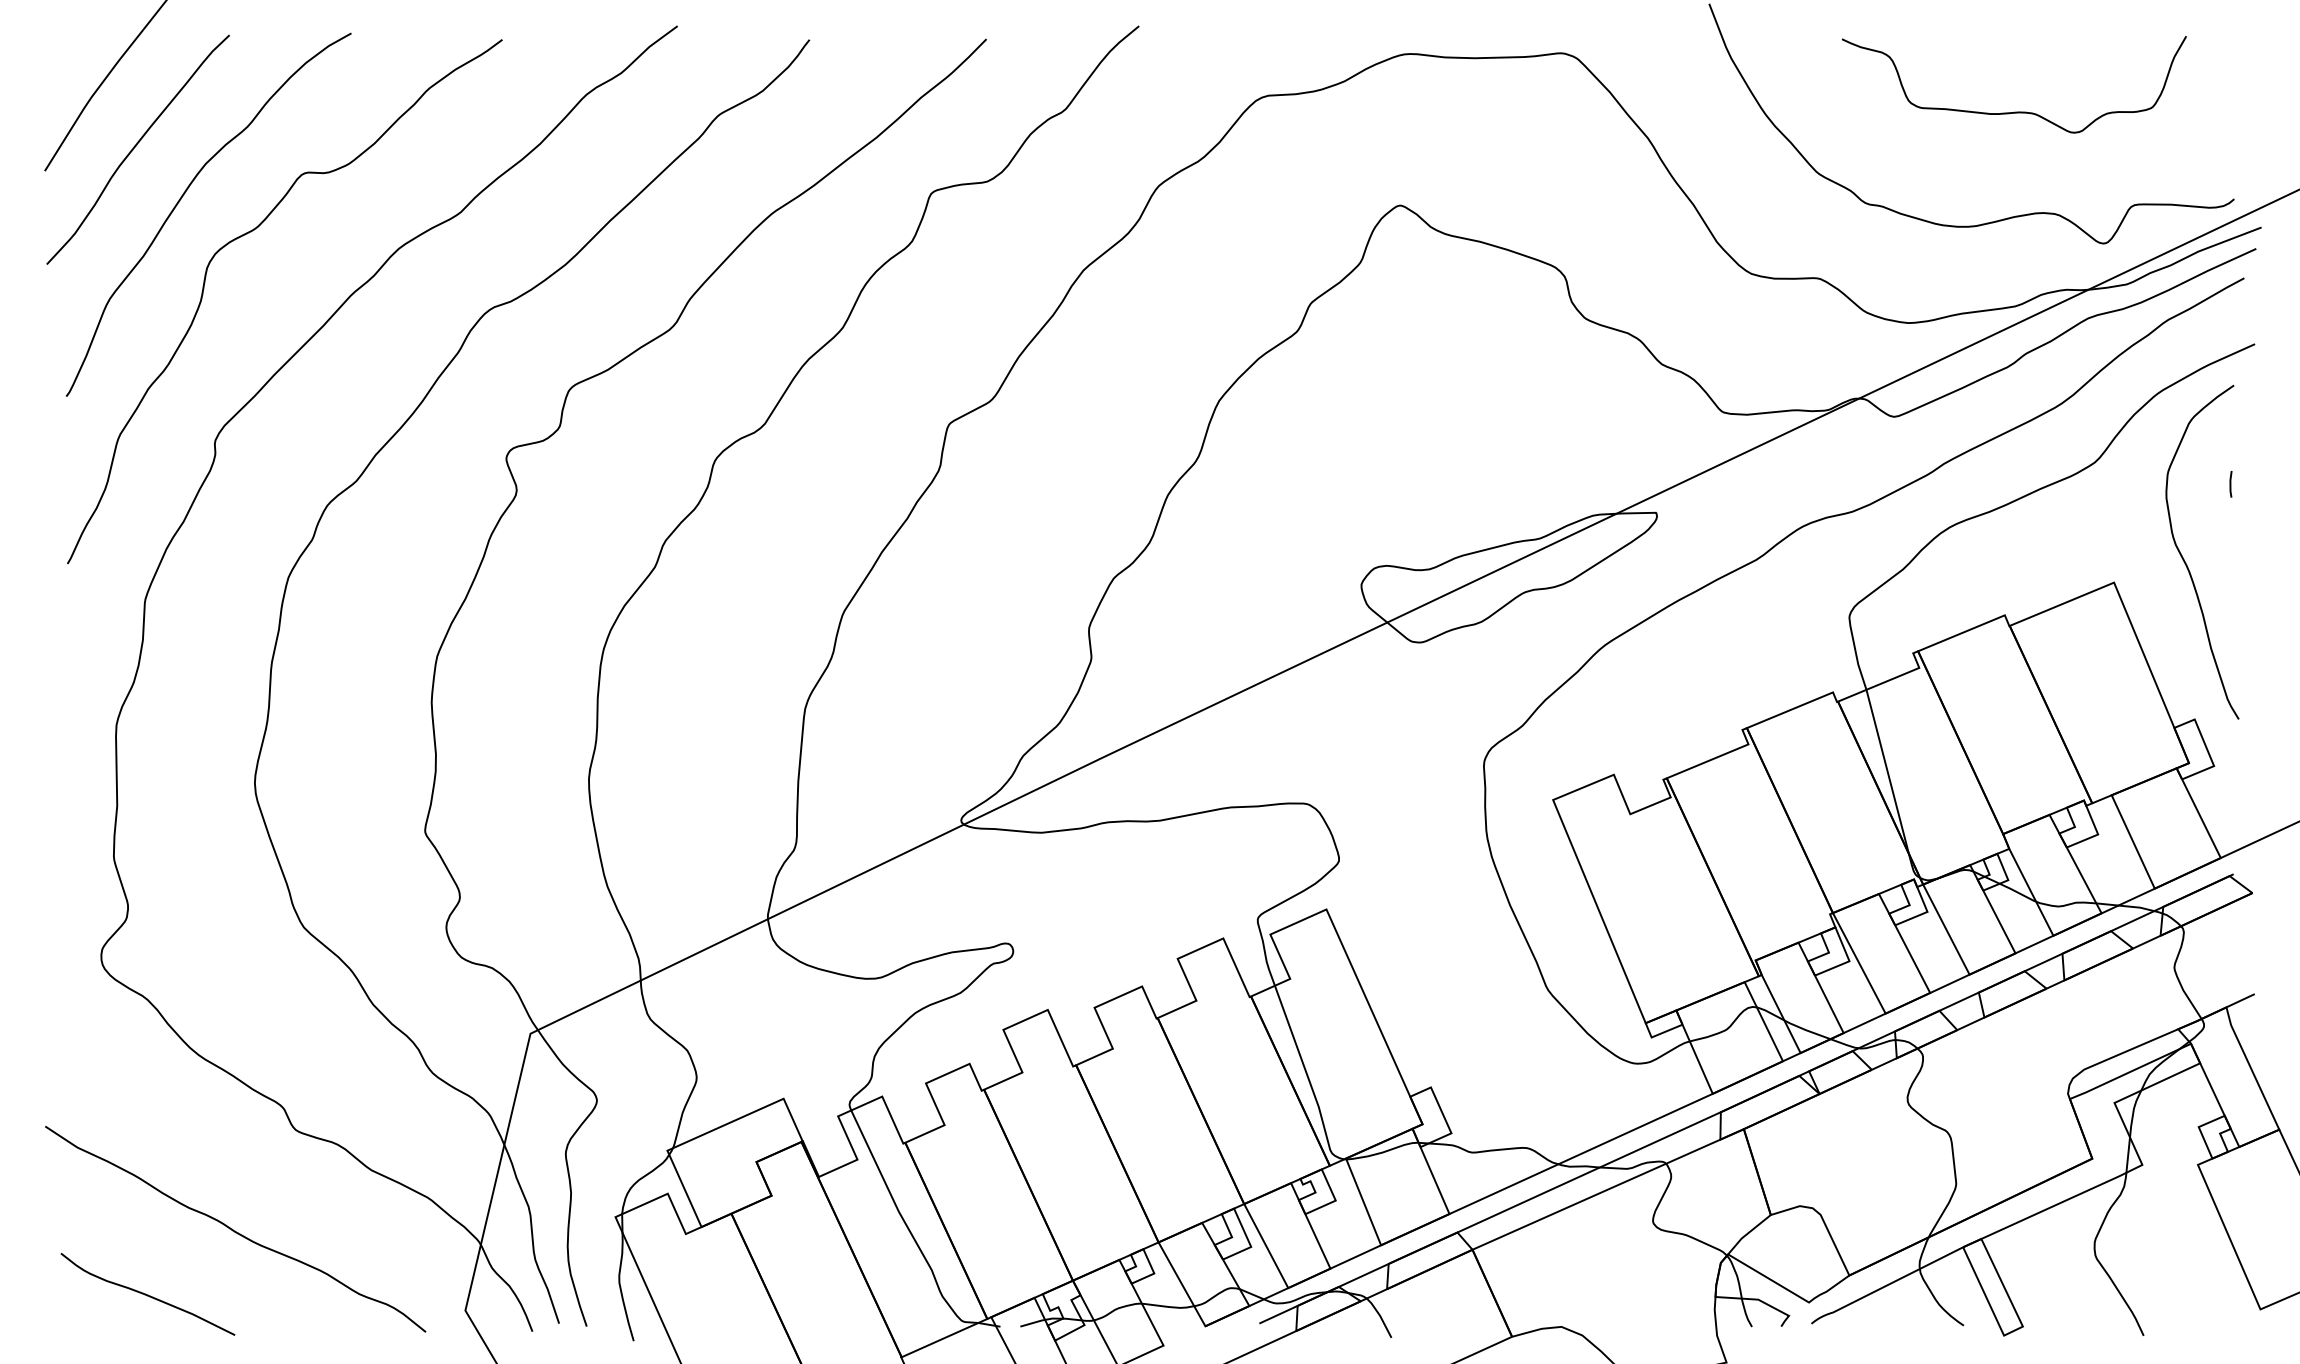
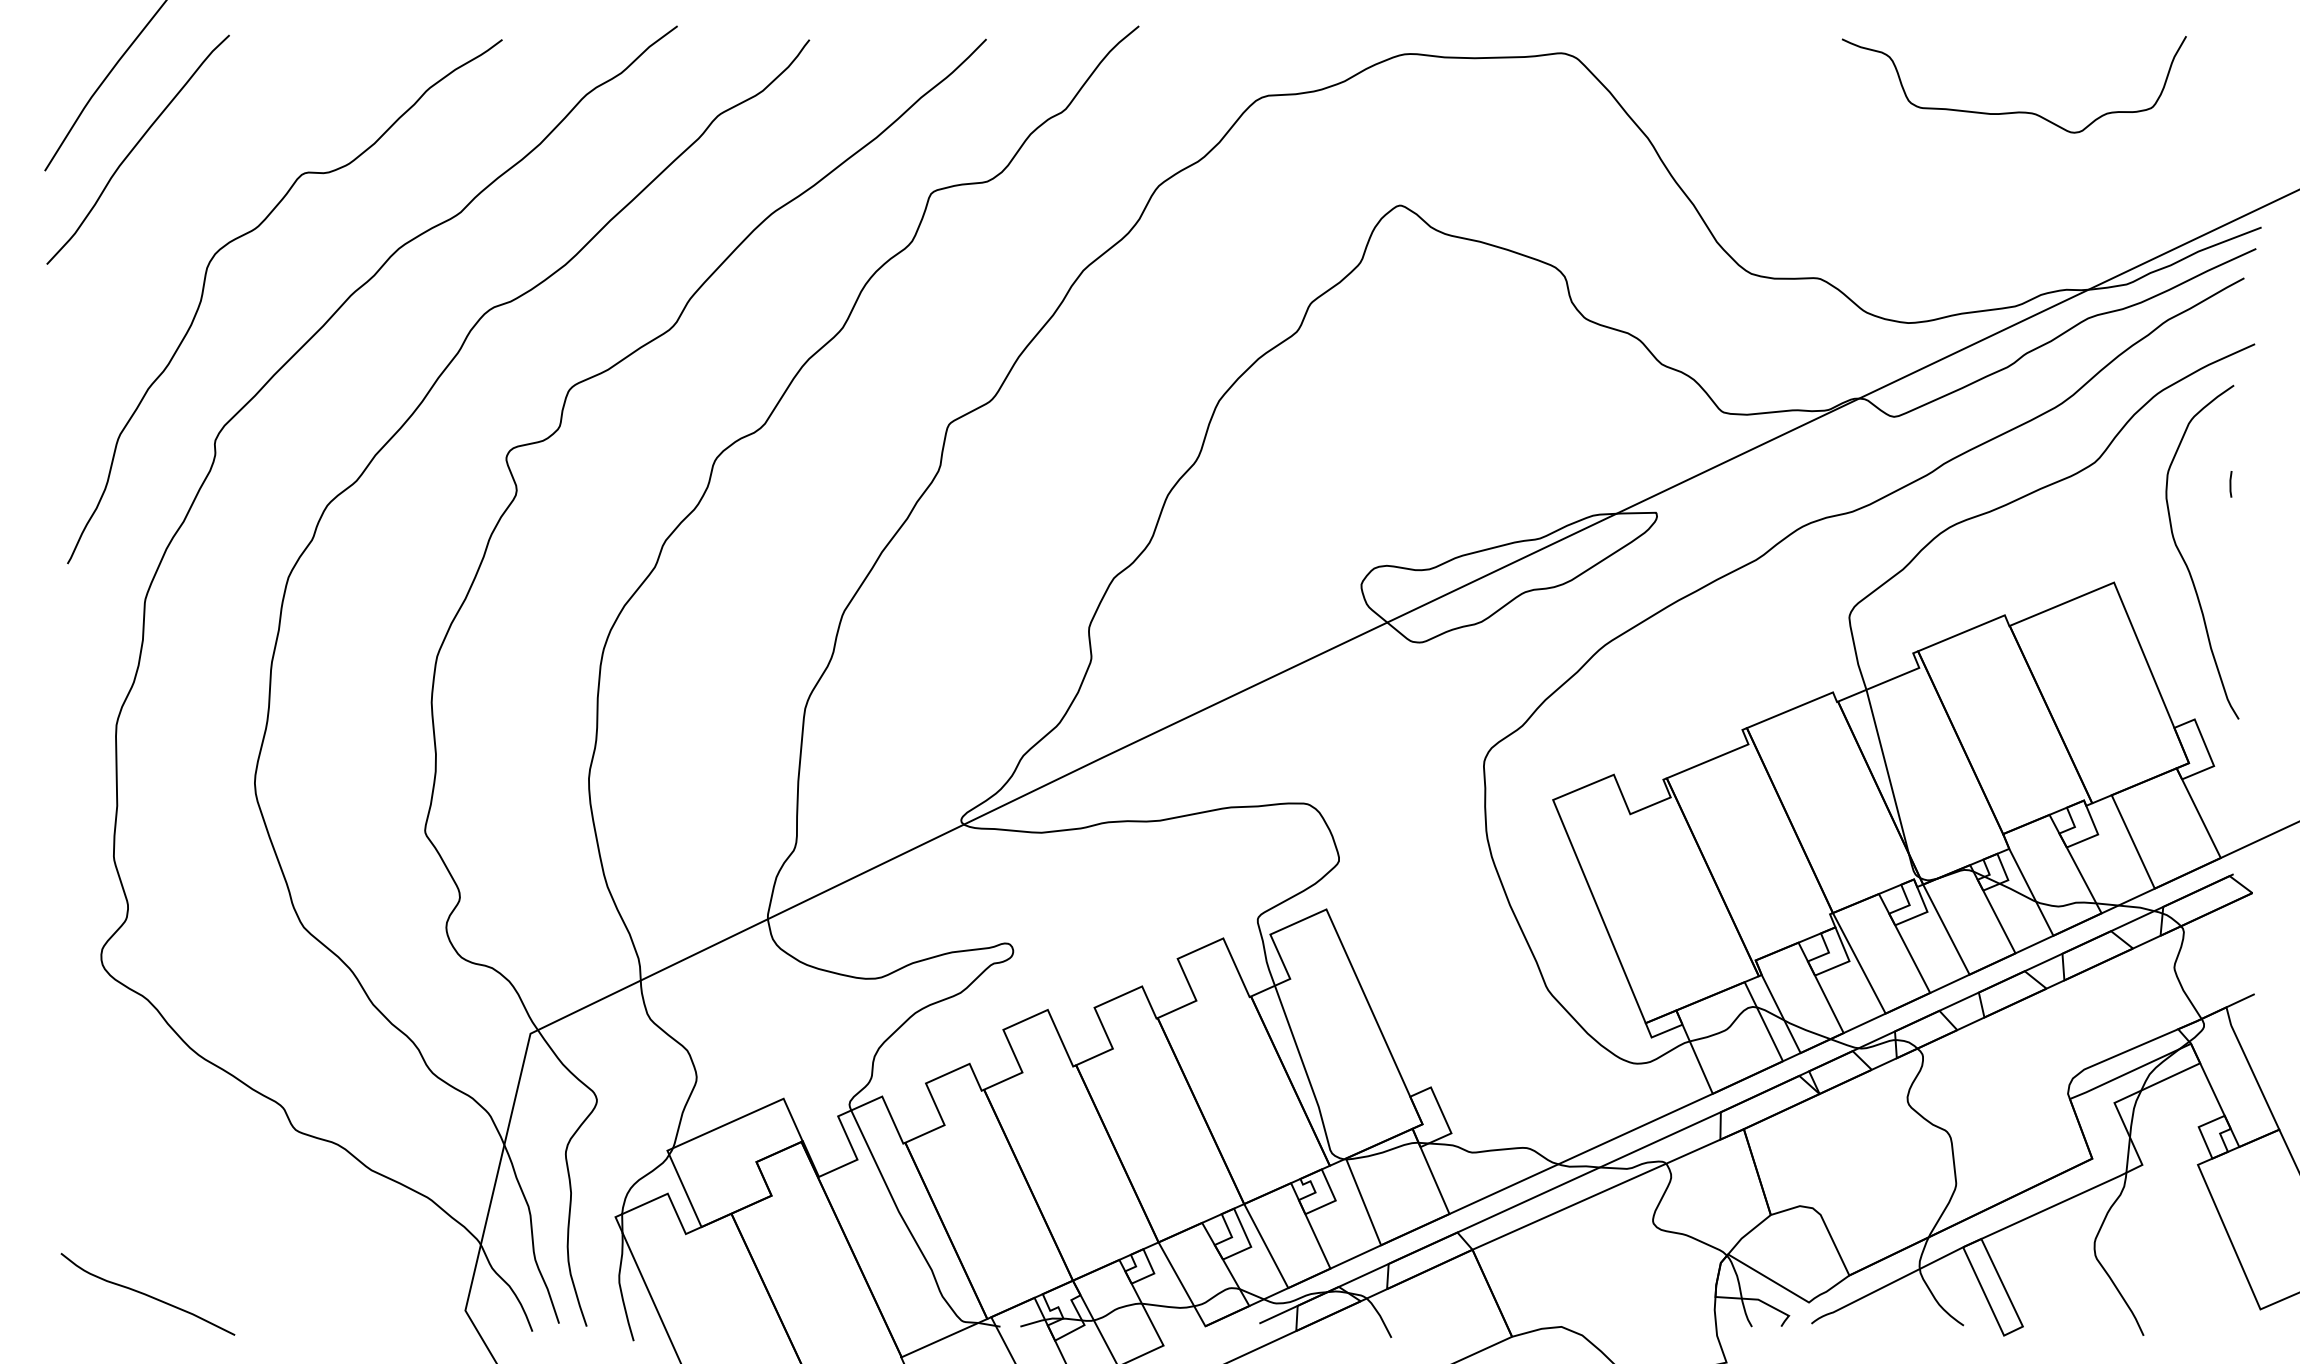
curve at (183, 196): present -> none
curve at (1995, 220): present -> none
curve at (235, 1230): present -> none
